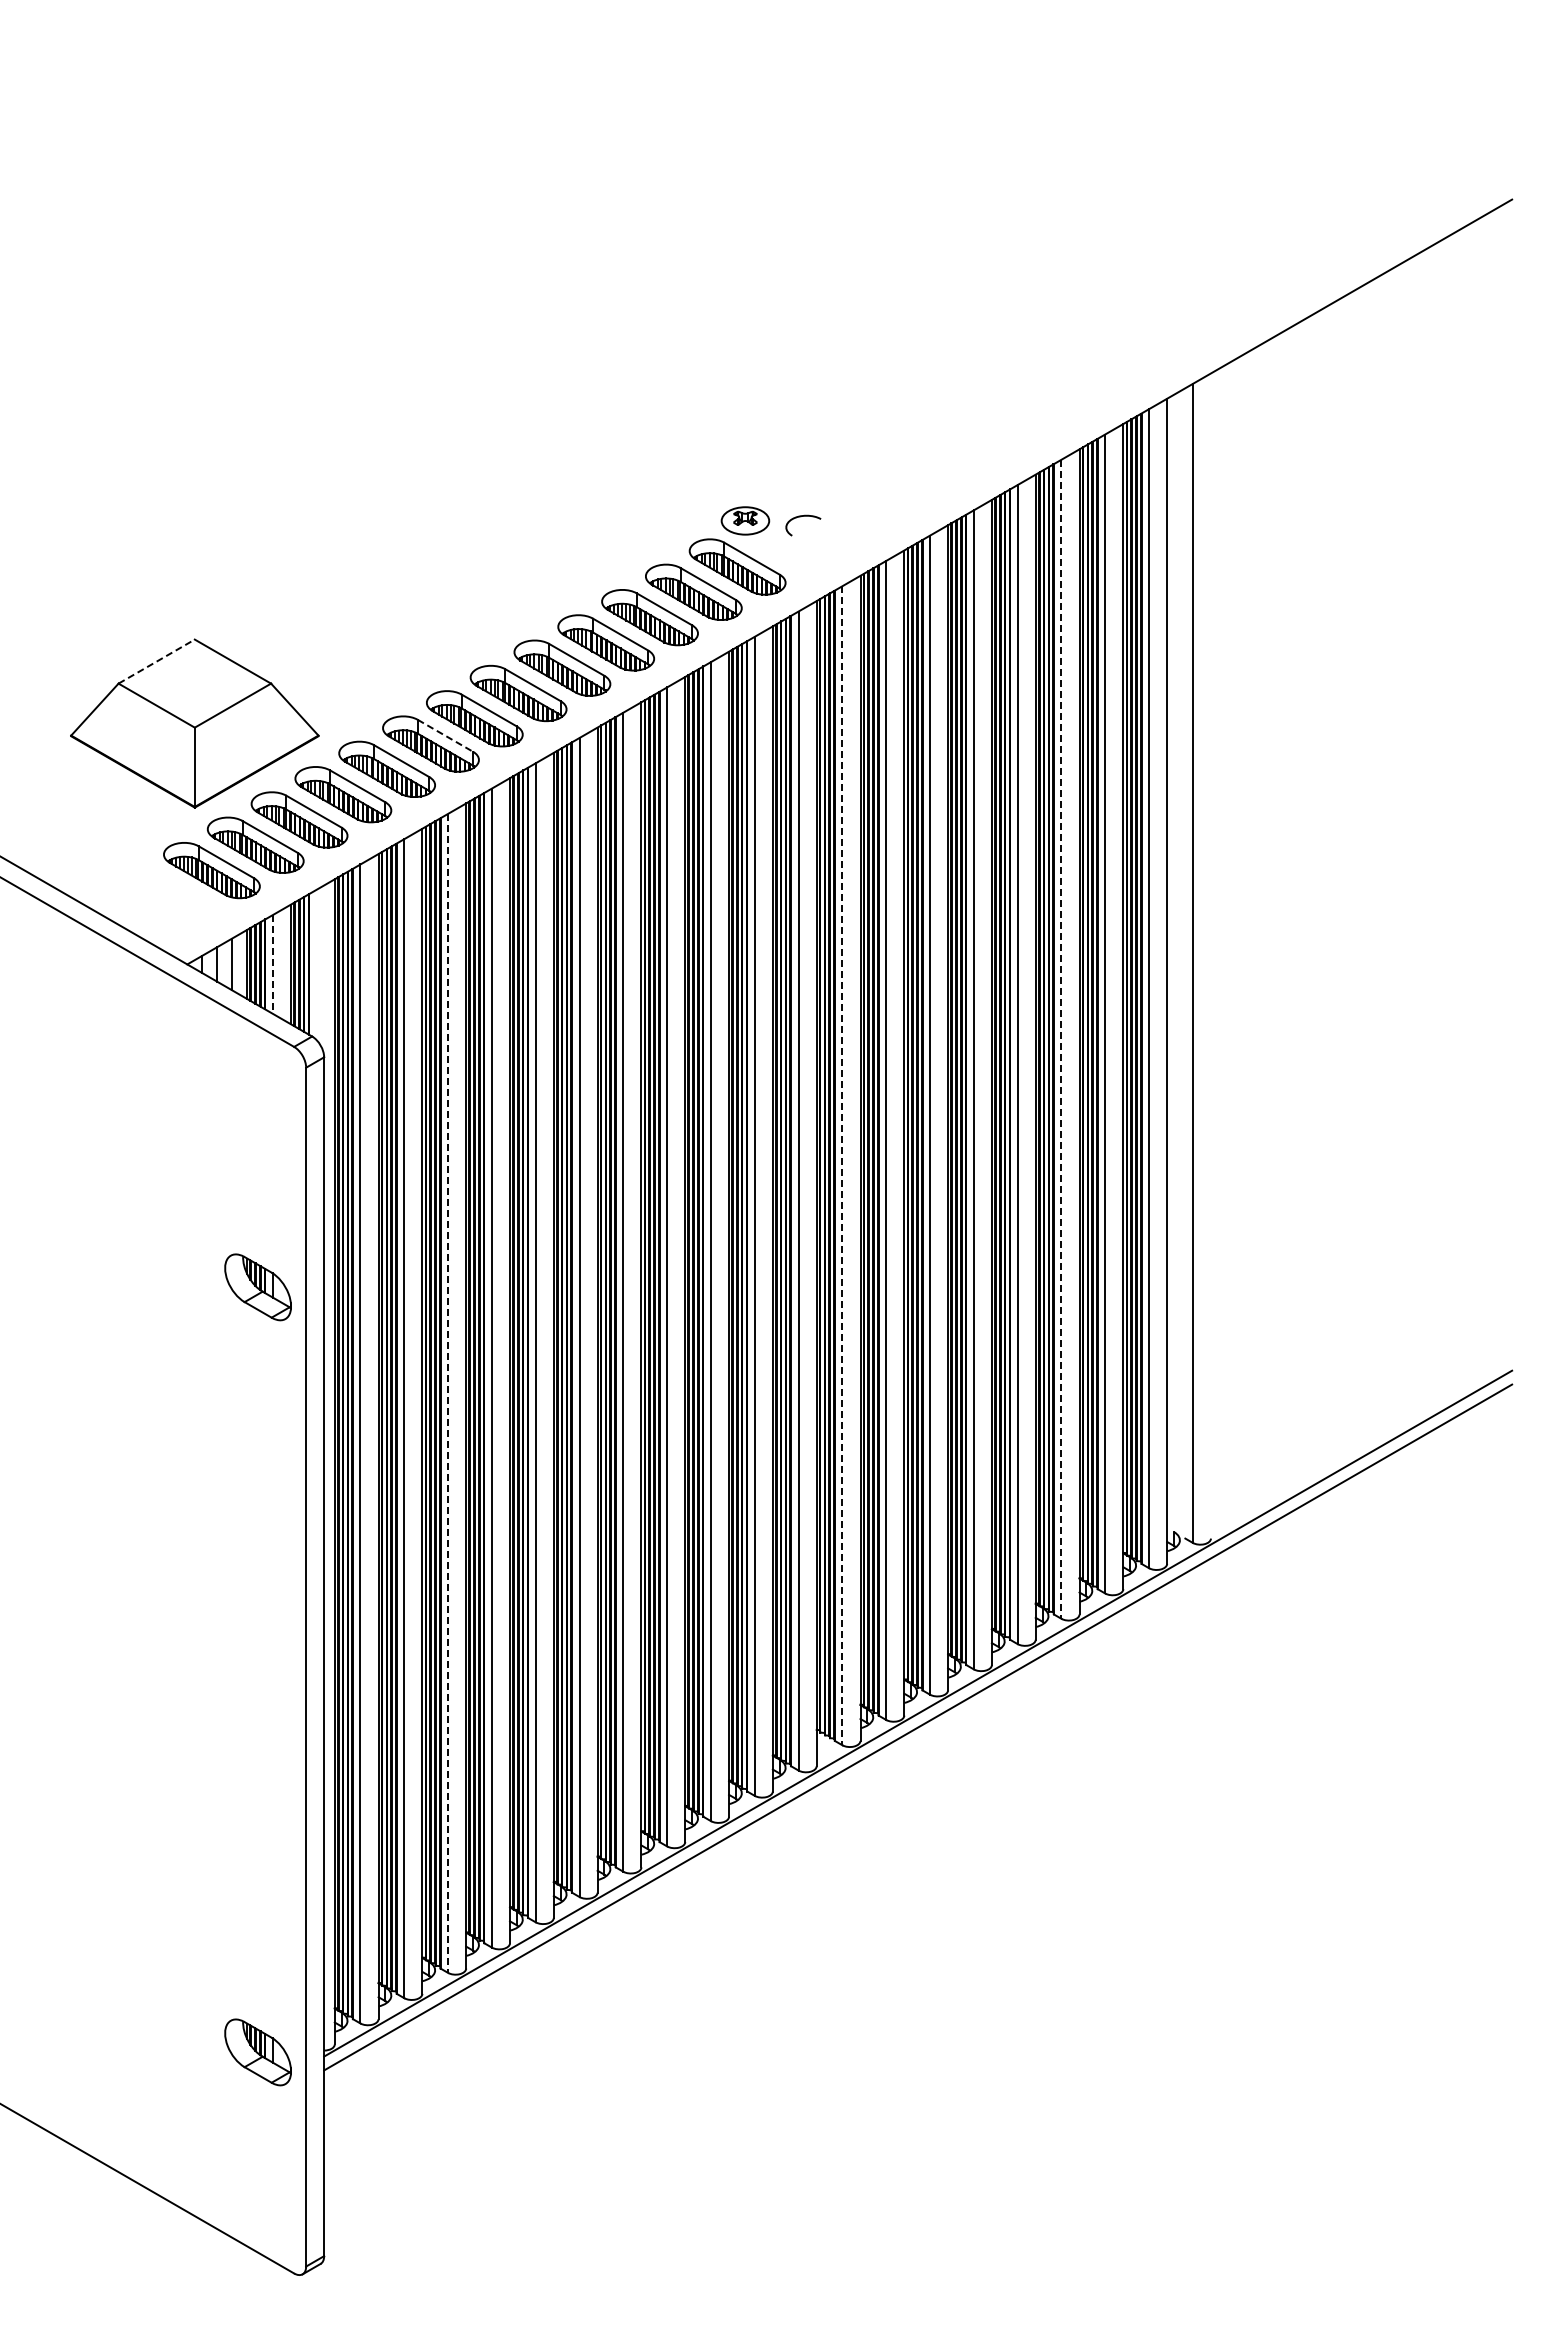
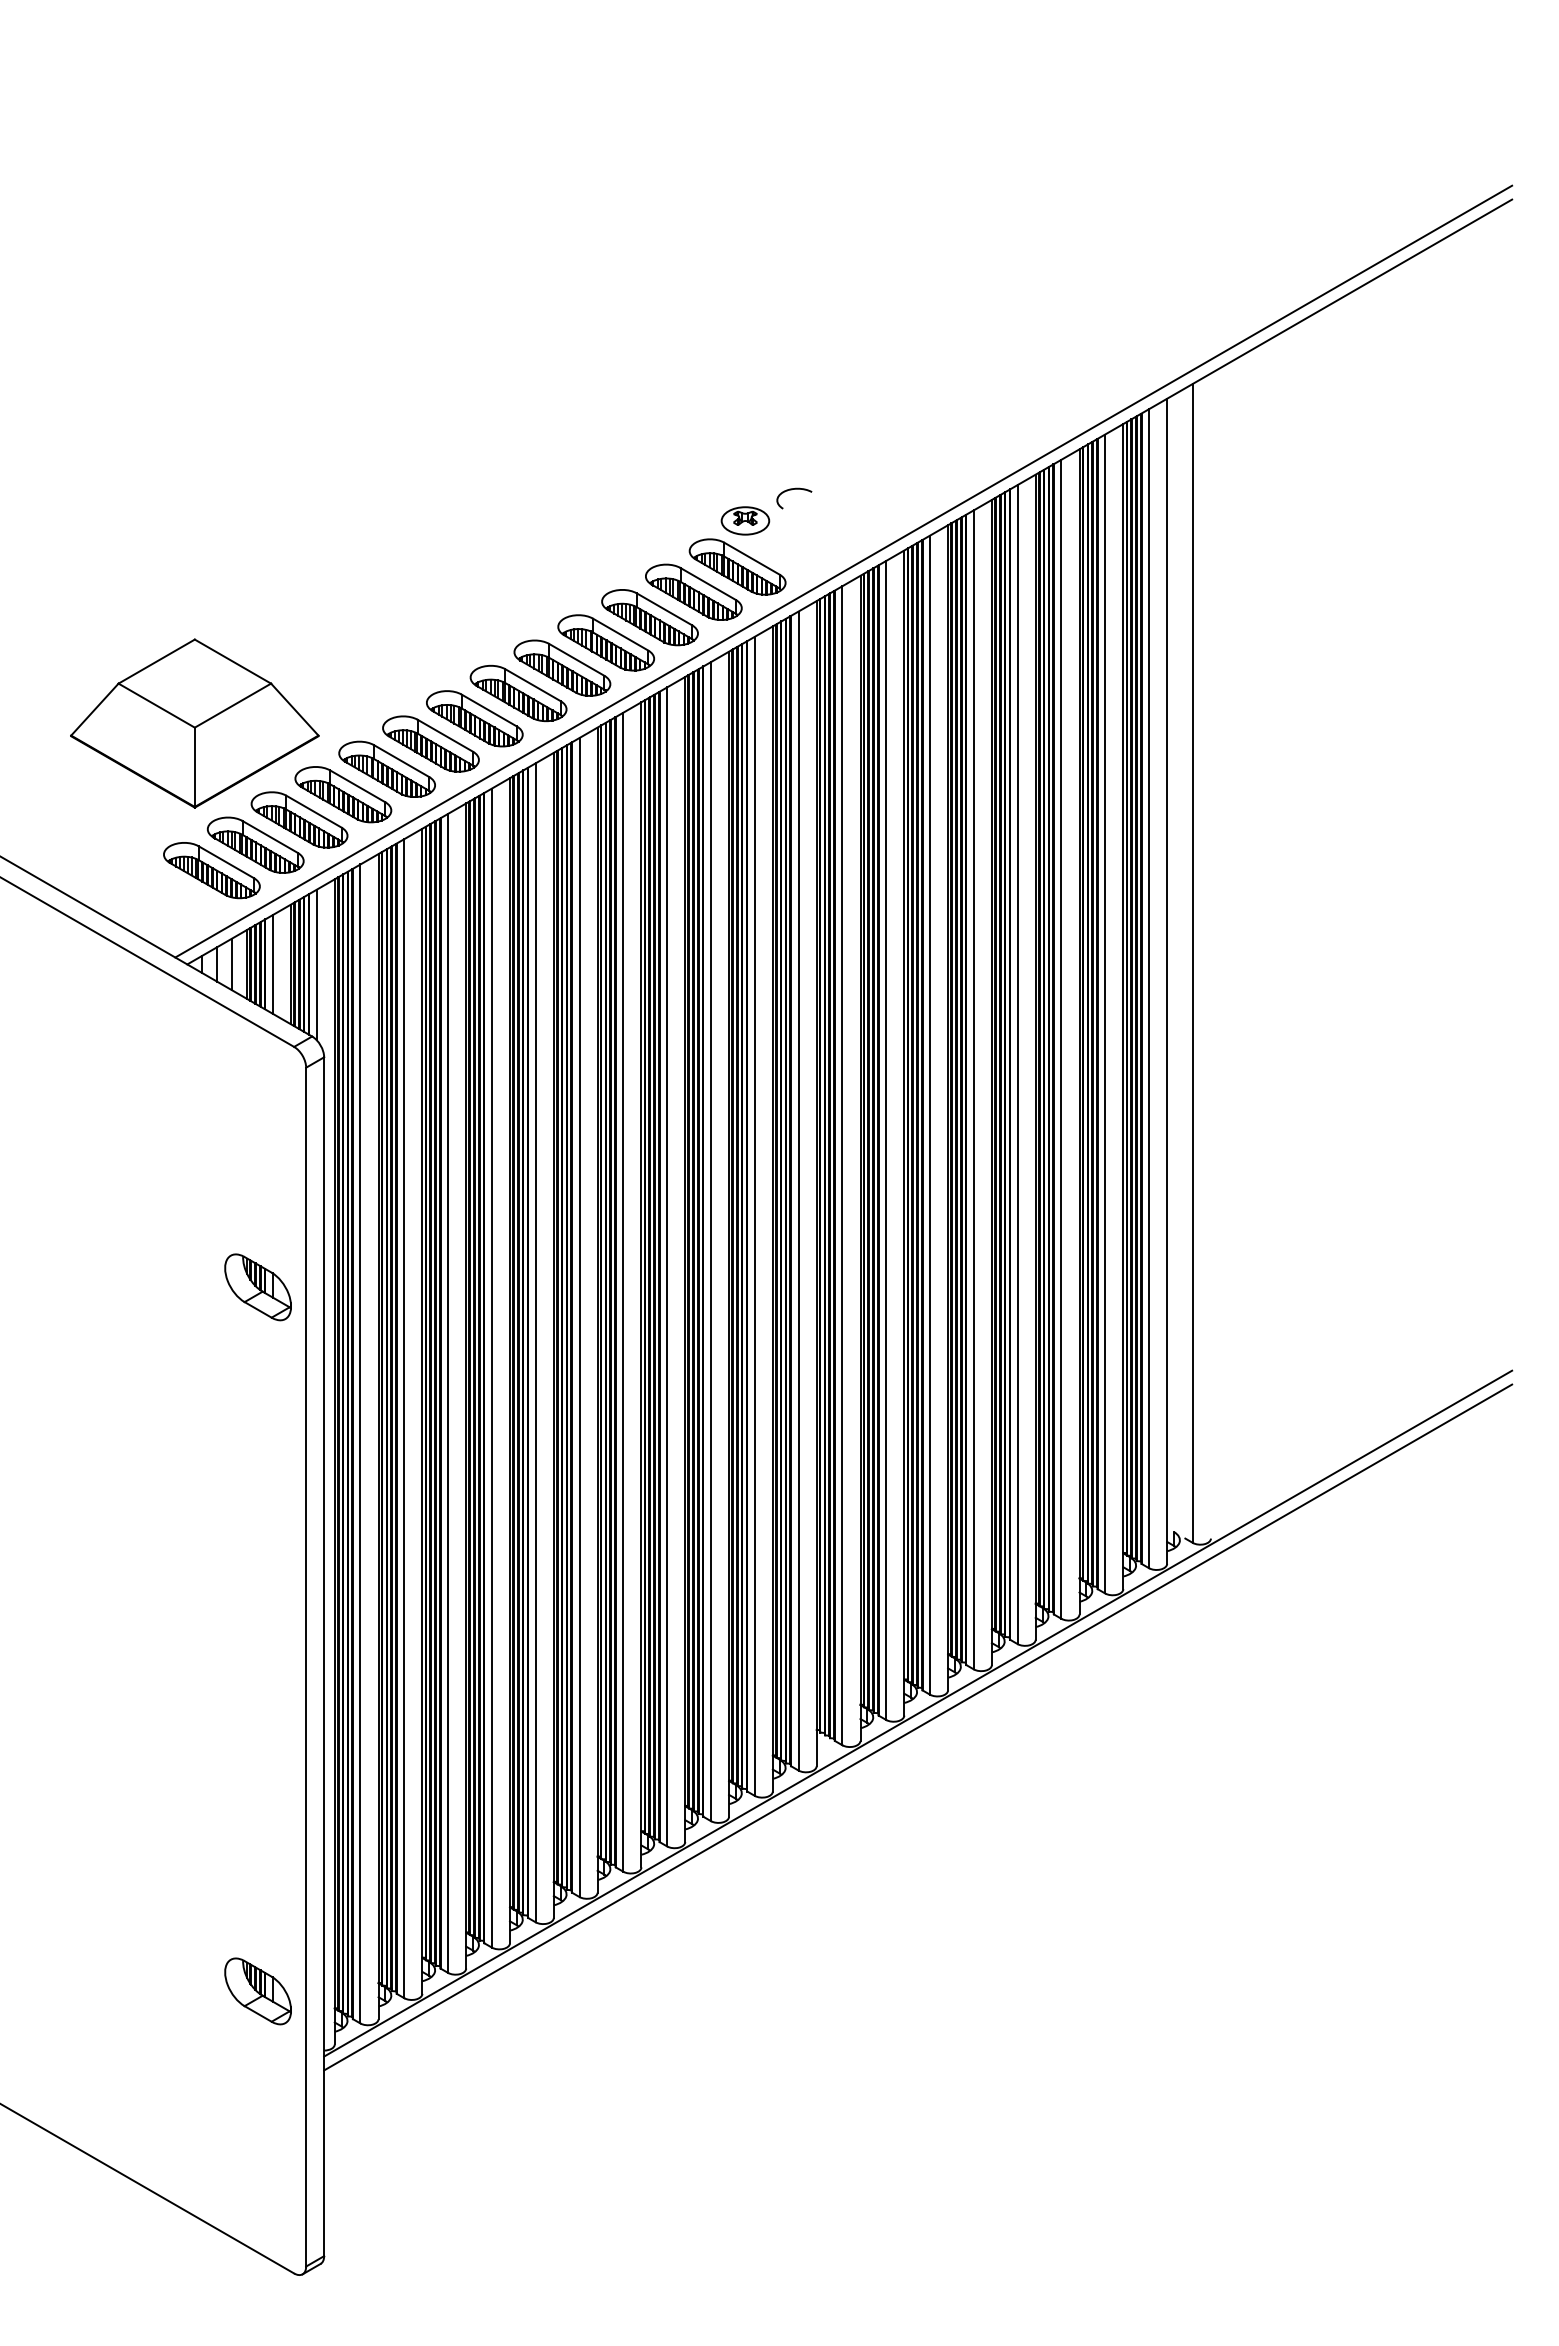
curve at (800, 517) position: (800, 517) -> (791, 490)
line at (843, 571): none -> present
line at (157, 661): dashed -> solid
line at (445, 735): dashed -> solid
line at (272, 964): dashed -> solid
line at (316, 964): none -> present
line at (1061, 1039): dashed -> solid
line at (842, 1166): dashed -> solid
line at (448, 1393): dashed -> solid
part at (257, 2052) position: (257, 2052) -> (257, 1991)
